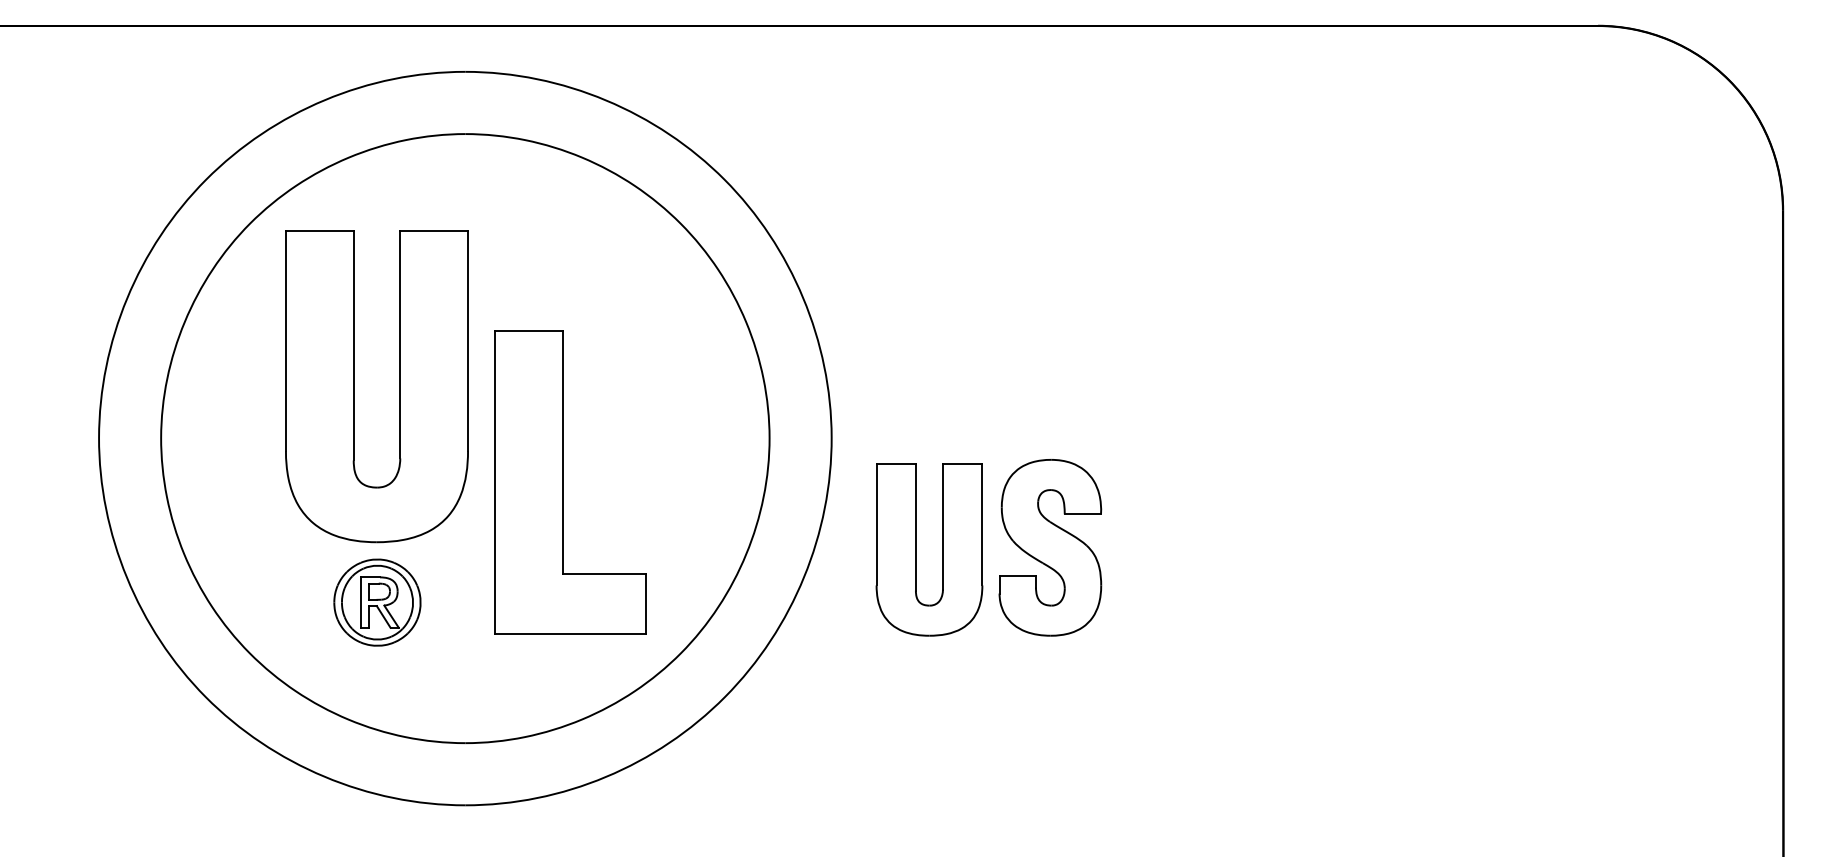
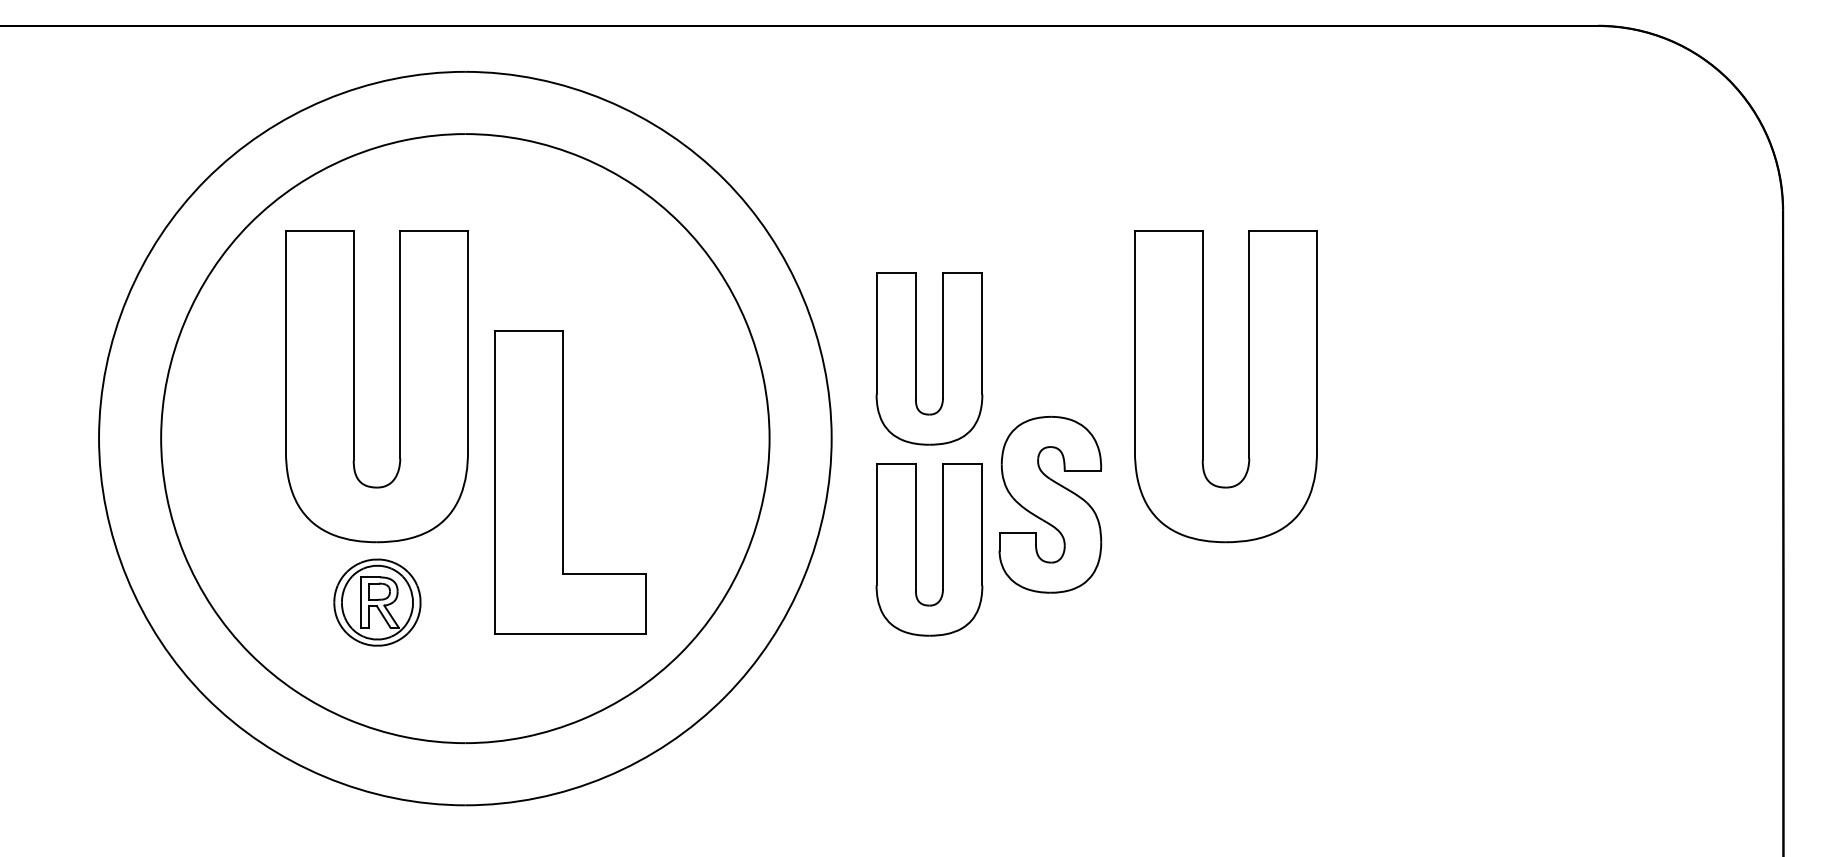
part at (916, 358): none -> present
part at (1203, 386): none -> present
part at (1050, 547) position: (1050, 547) -> (1050, 504)
